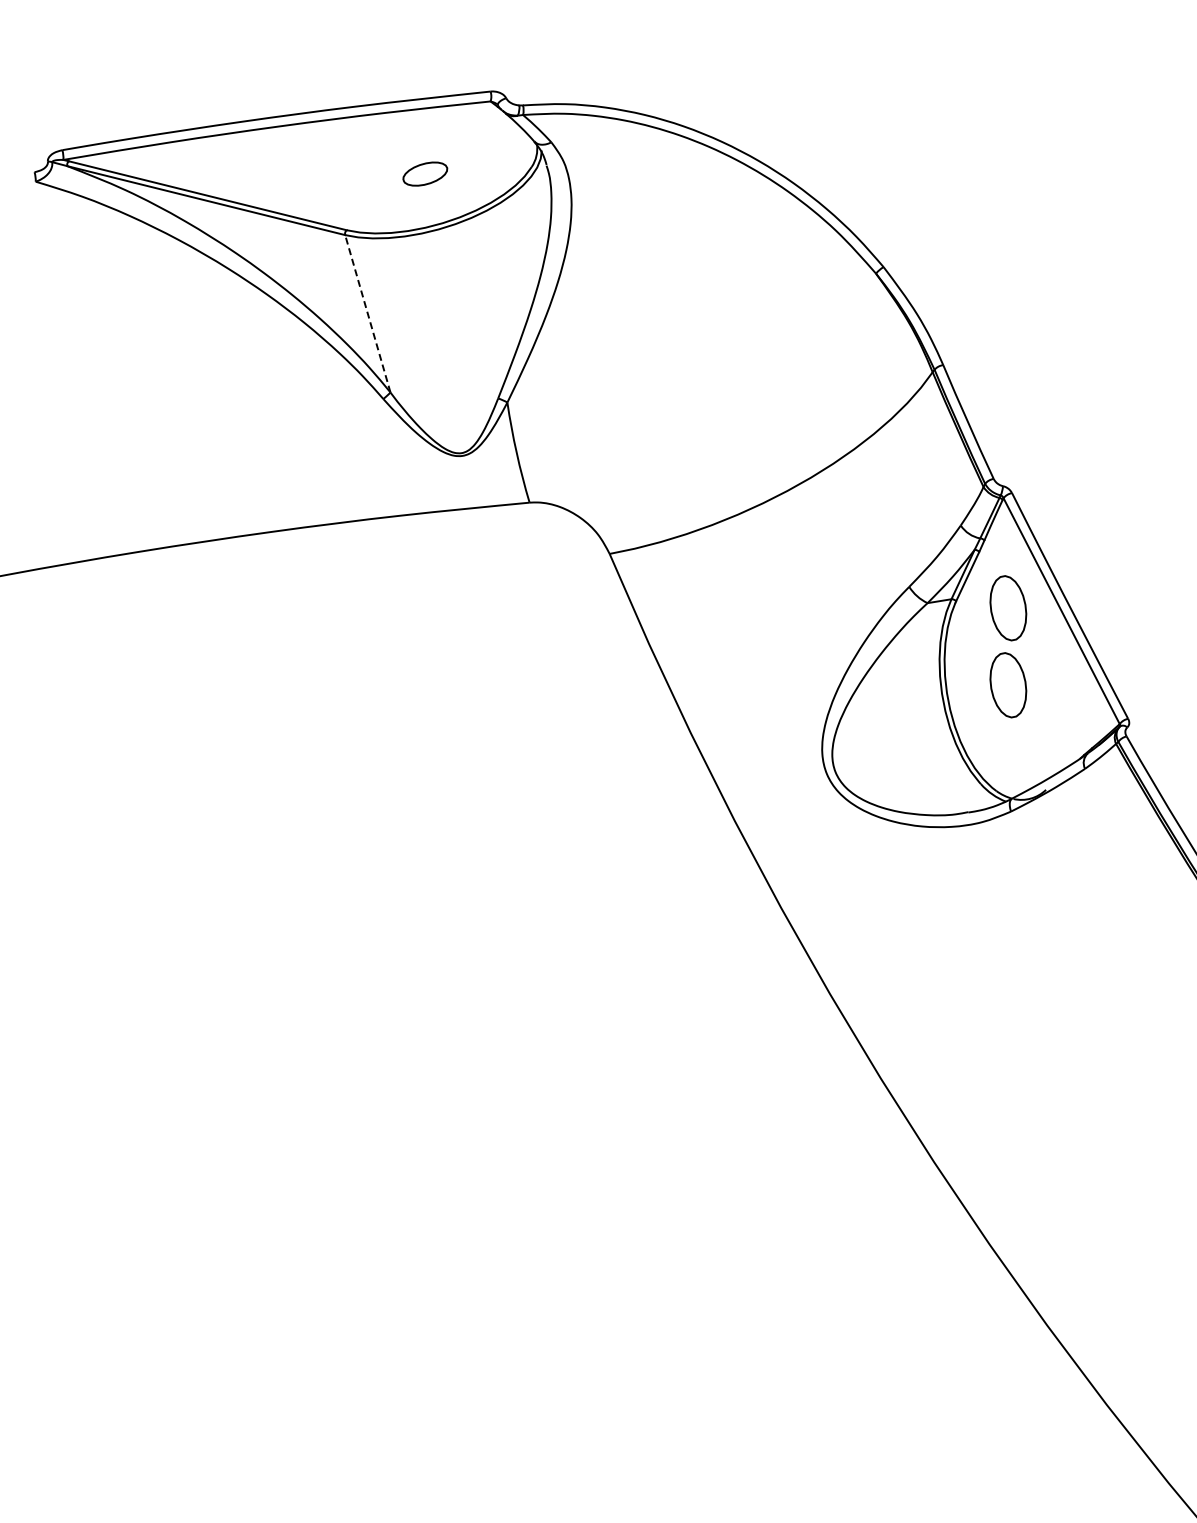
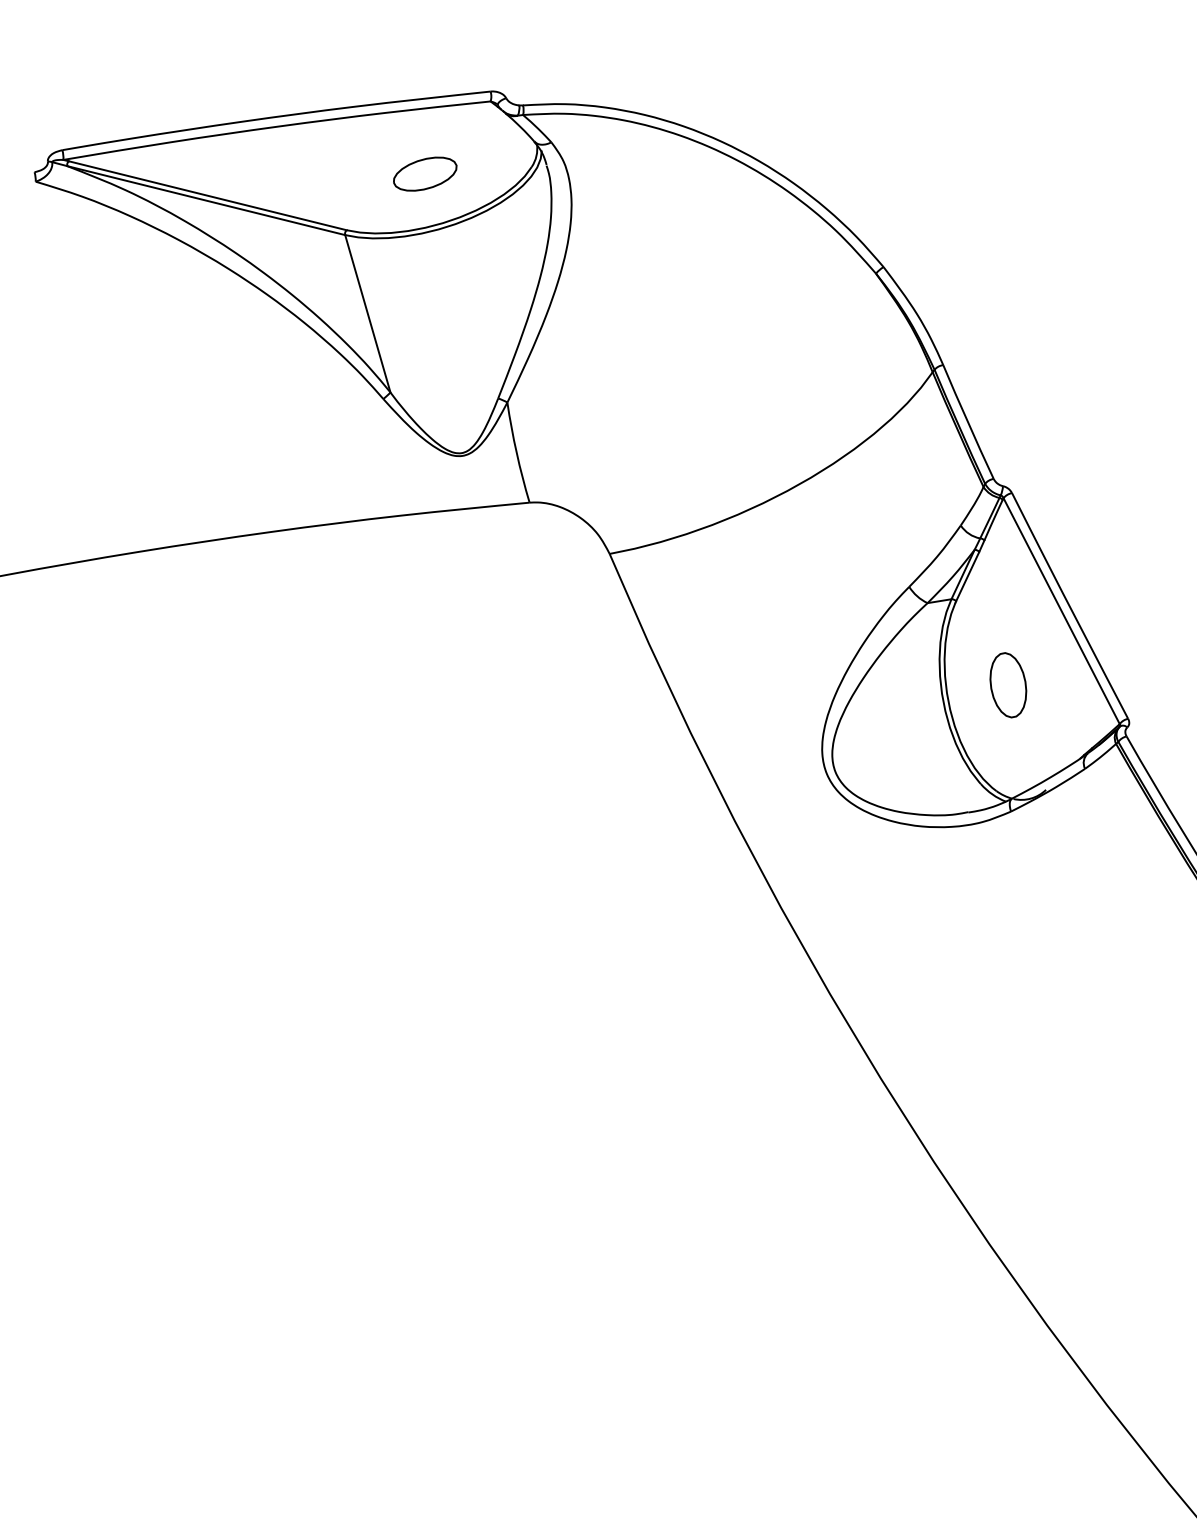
part at (425, 173) size: 47x26 px -> 65x36 px
line at (367, 313): dashed -> solid
part at (1008, 608): present -> none
